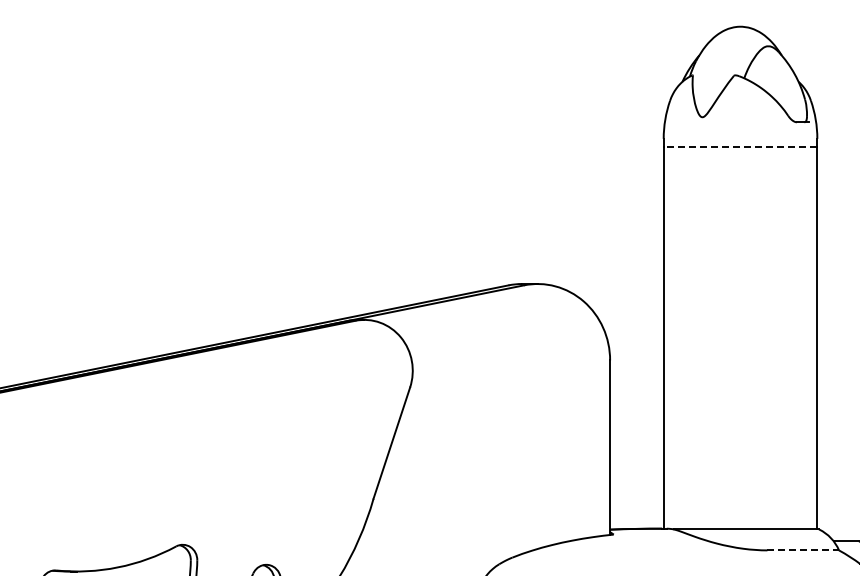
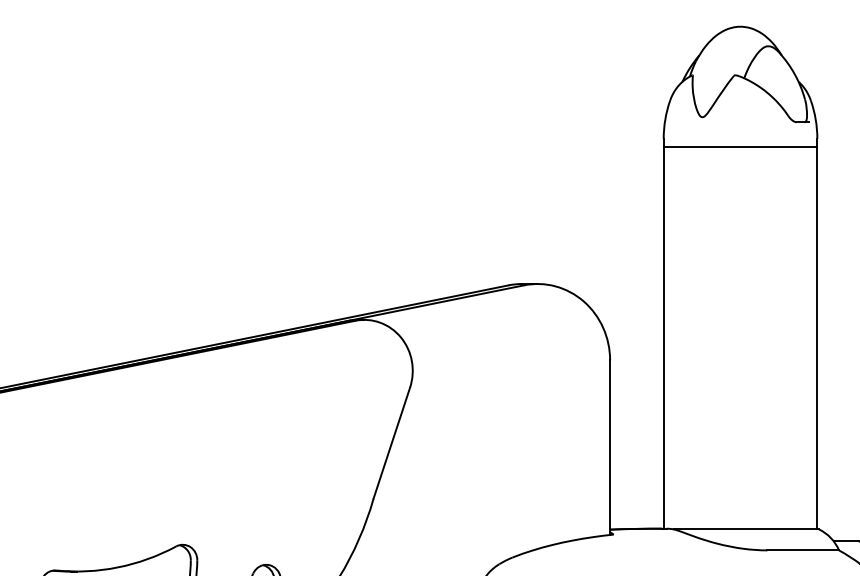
line at (740, 146): dashed -> solid
line at (803, 550): dashed -> solid
